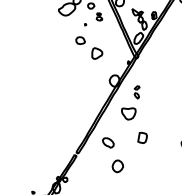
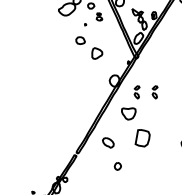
part at (154, 92): none -> present
part at (142, 137) size: 11x13 px -> 17x19 px
part at (117, 166) size: 14x15 px -> 9x9 px
